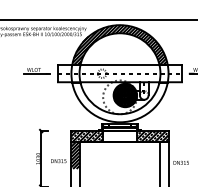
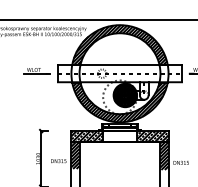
hatch at (119, 102): none -> present
hatch at (164, 155): none -> present
